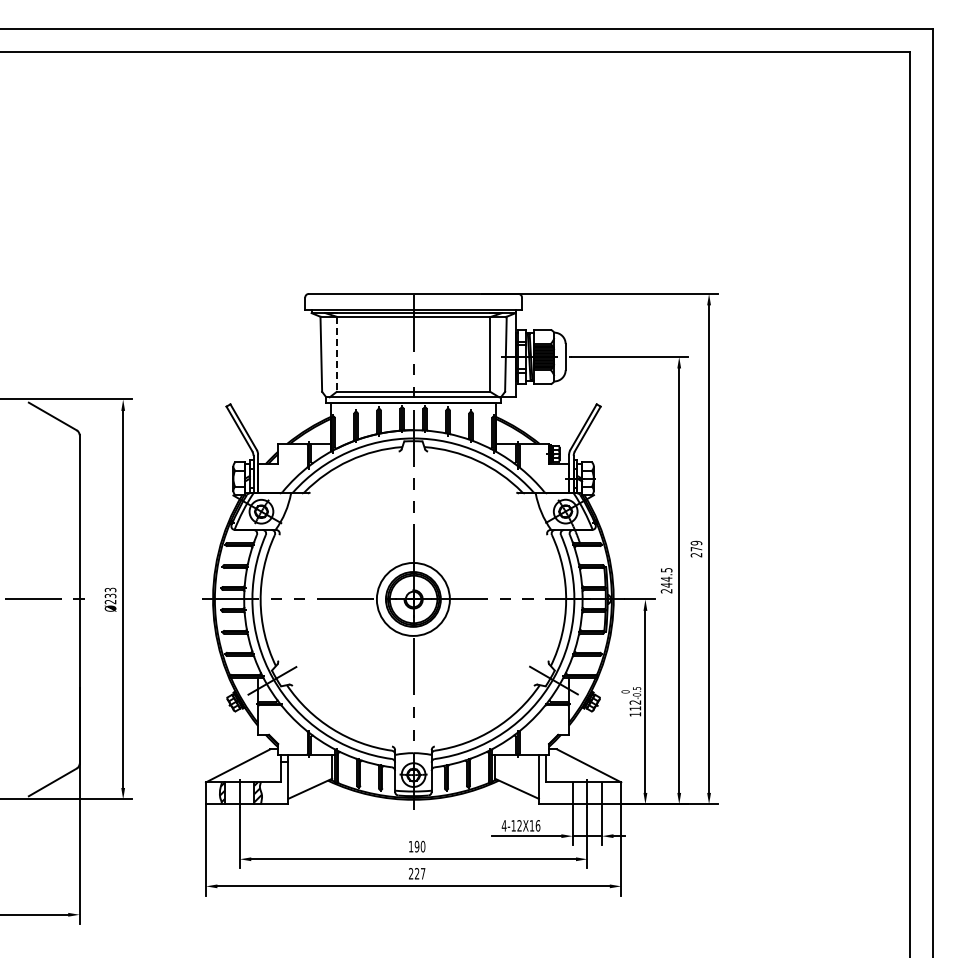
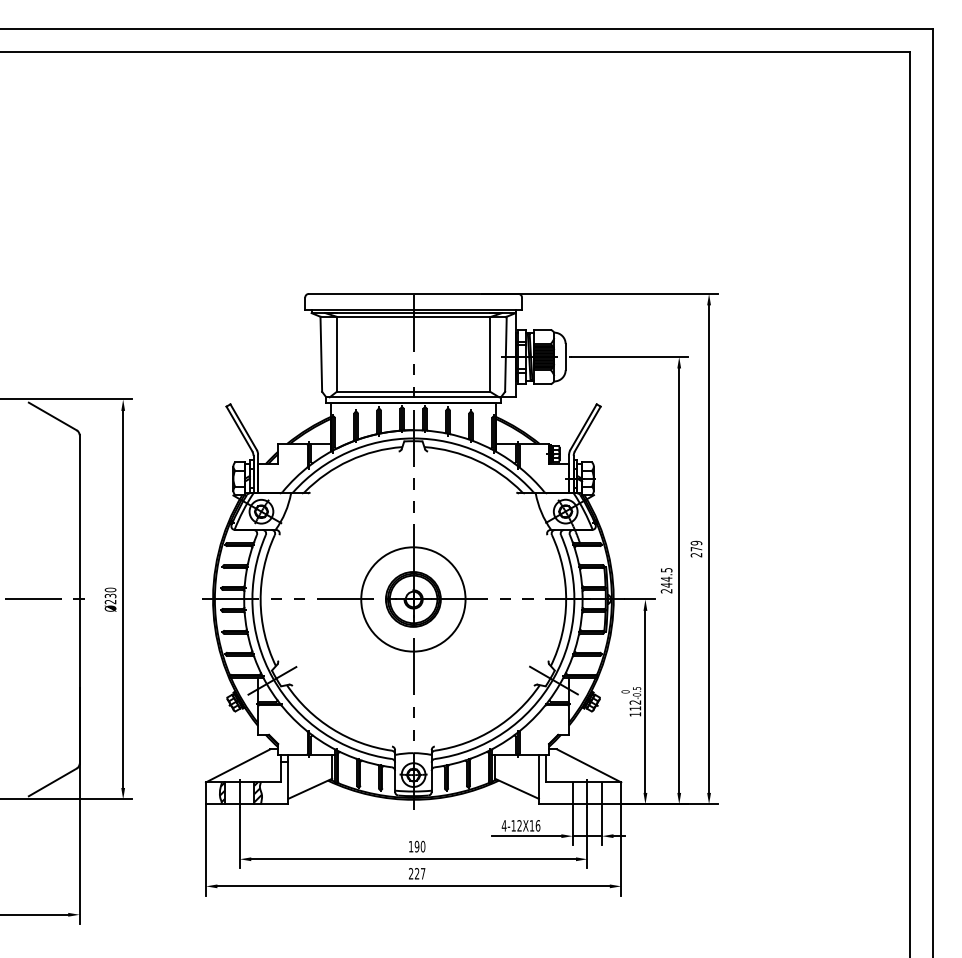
line at (336, 354): dashed -> solid
text at (110, 589): Ø233 -> Ø230
circle at (412, 598) diameter: 73 px -> 104 px
